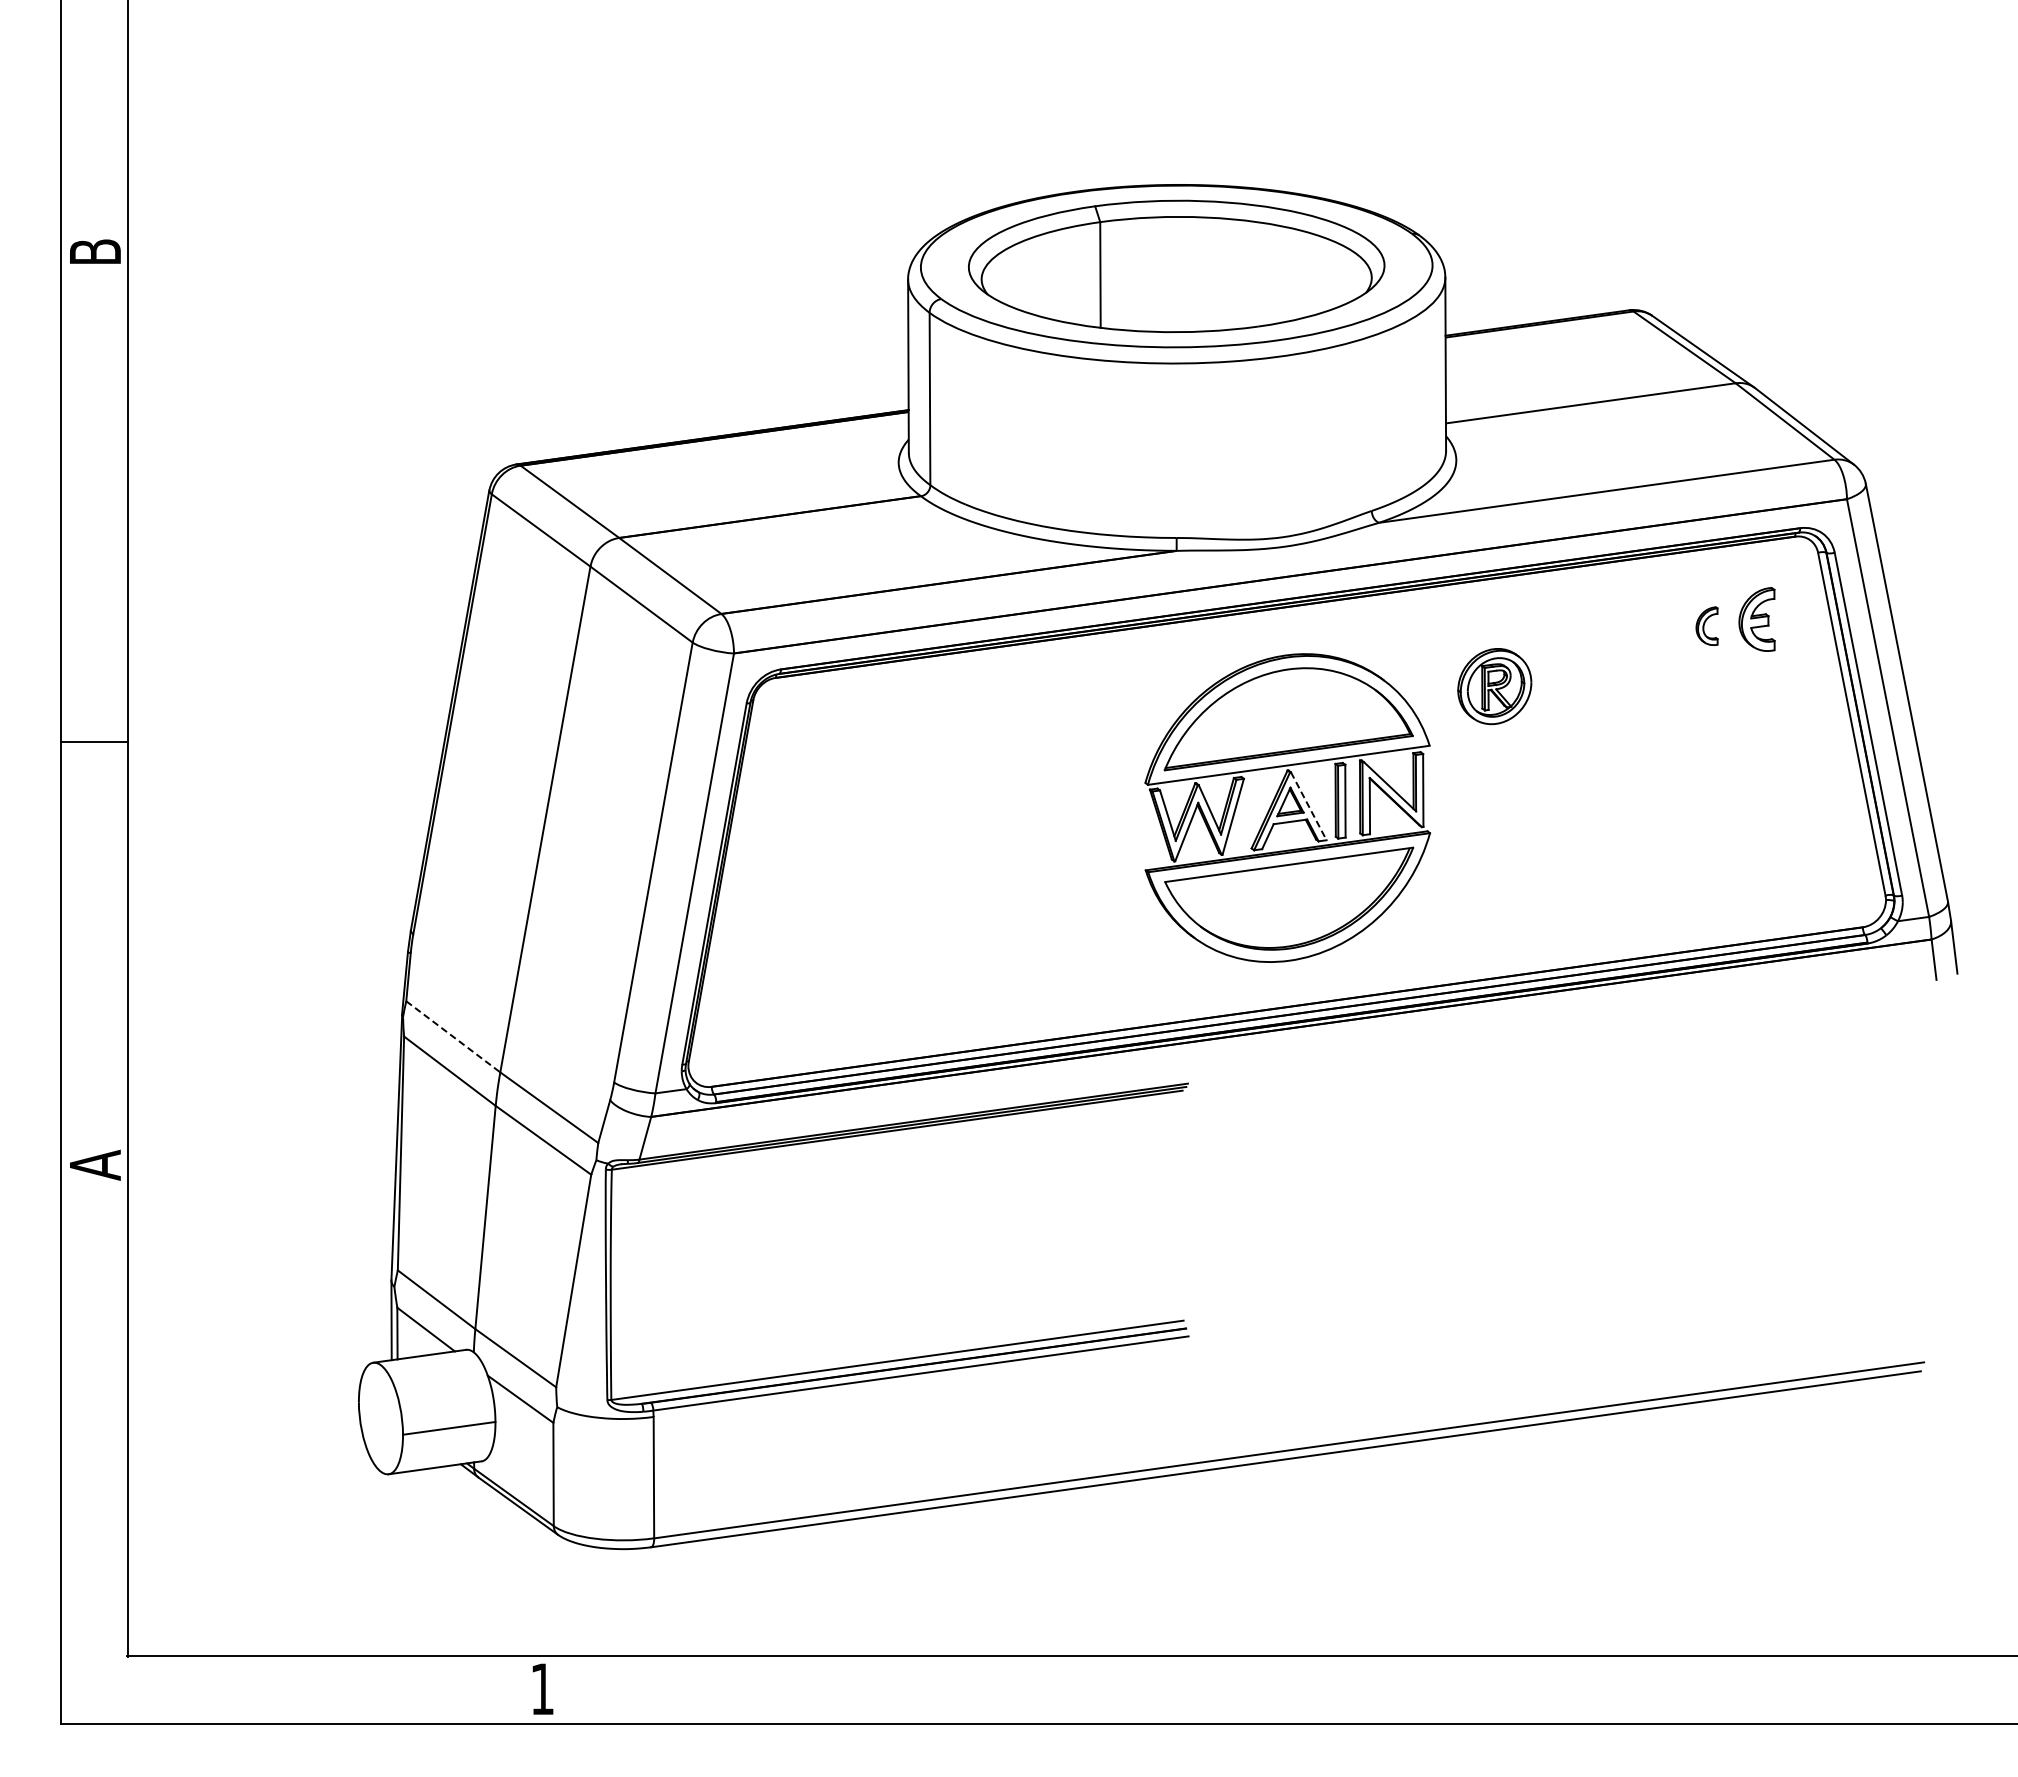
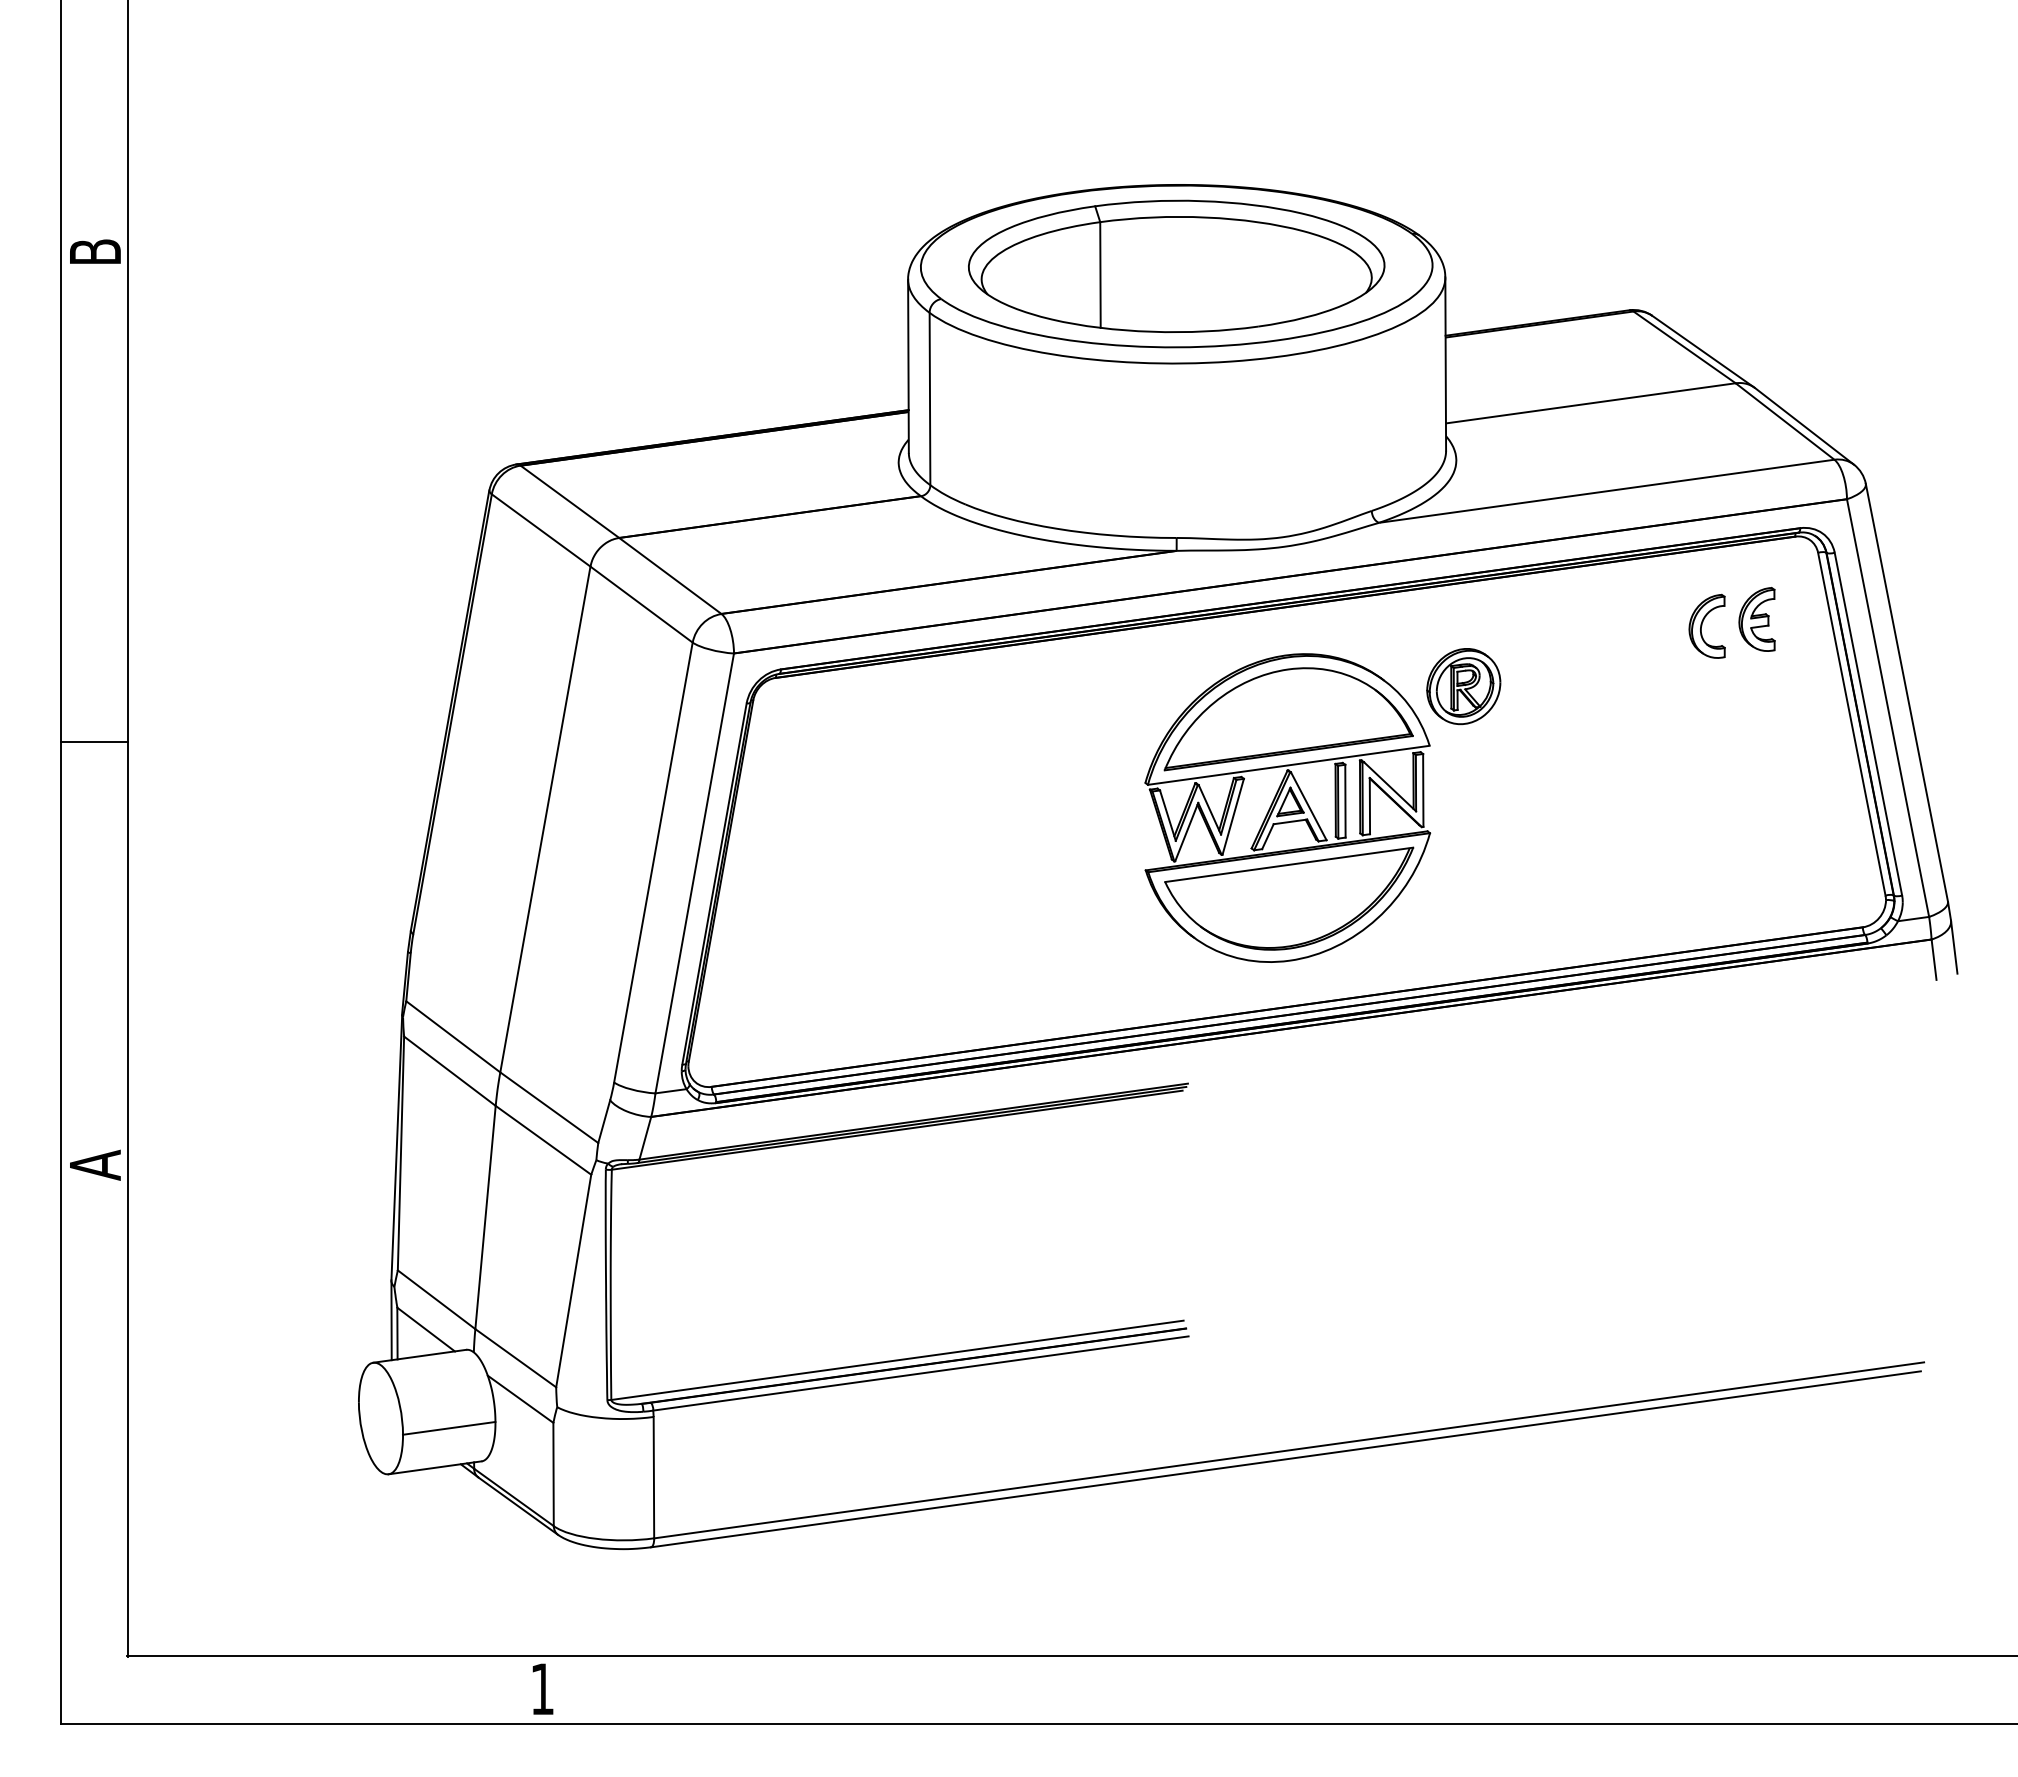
part at (1706, 625) size: 24x40 px -> 38x66 px
part at (1494, 686) position: (1494, 686) -> (1463, 686)
line at (1309, 806): dashed -> solid
line at (453, 1036): dashed -> solid
